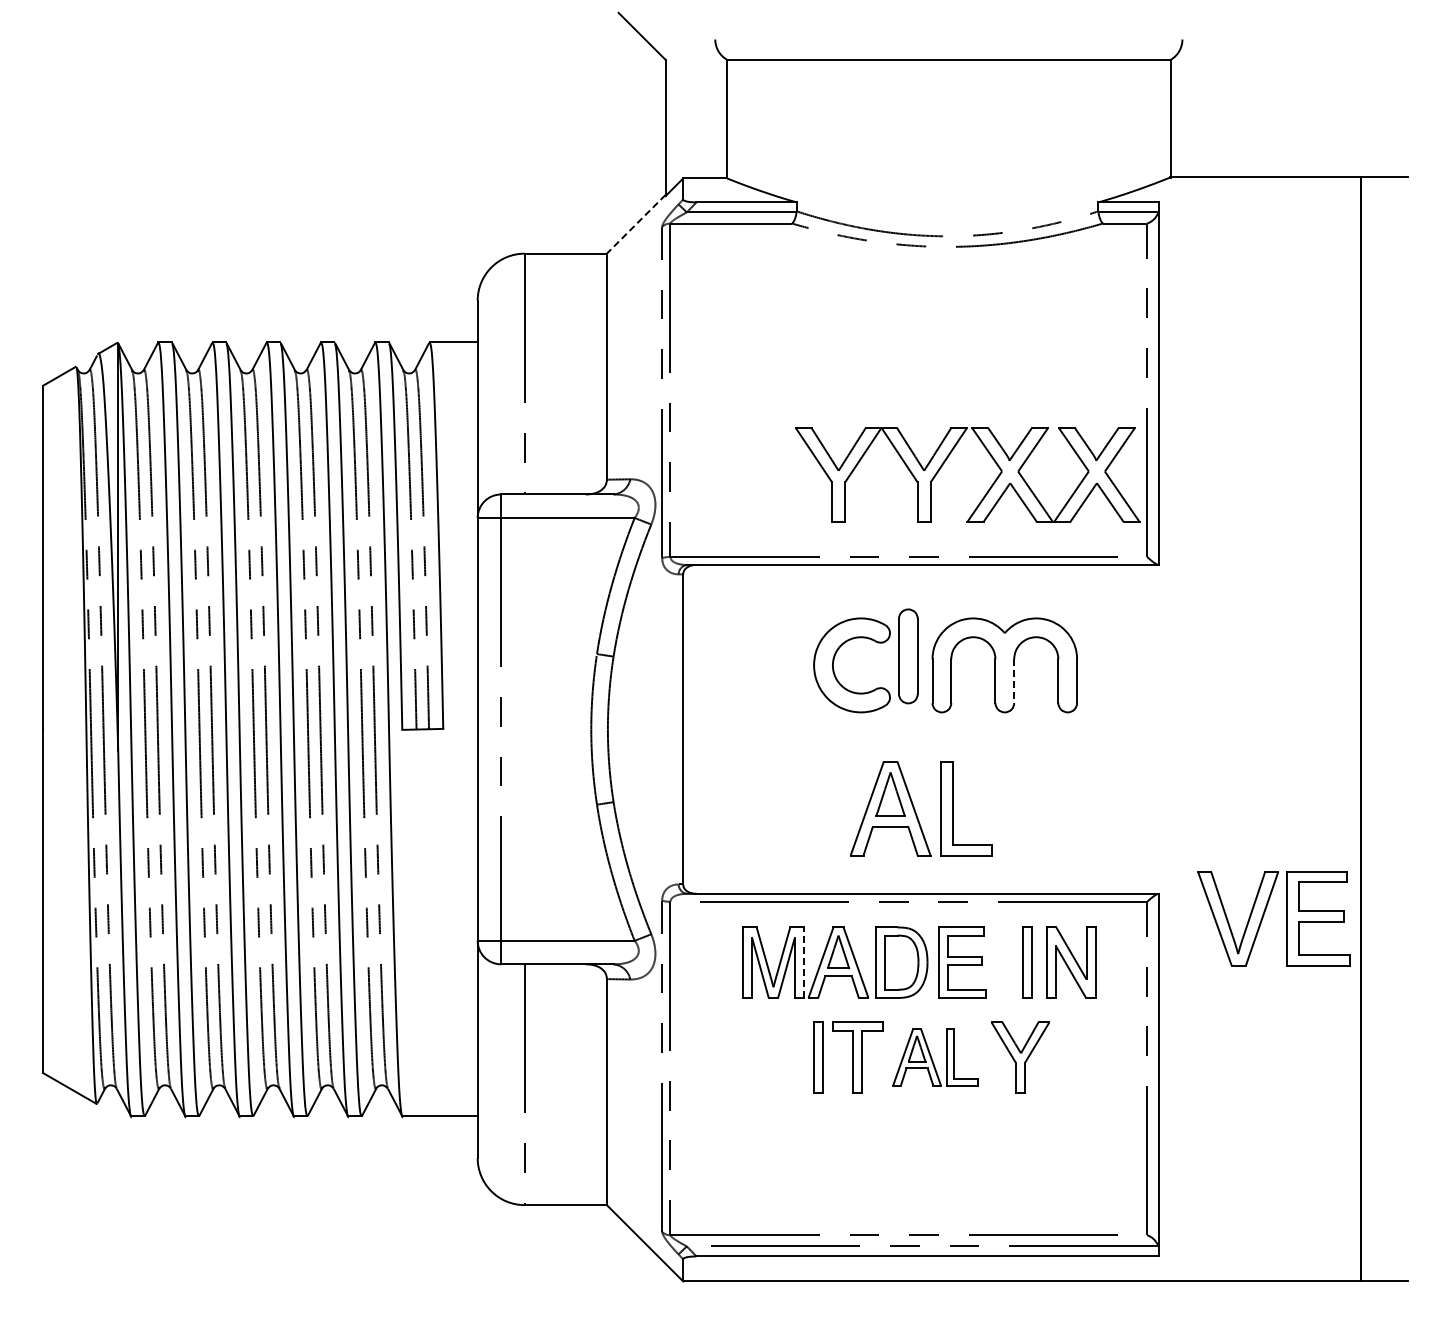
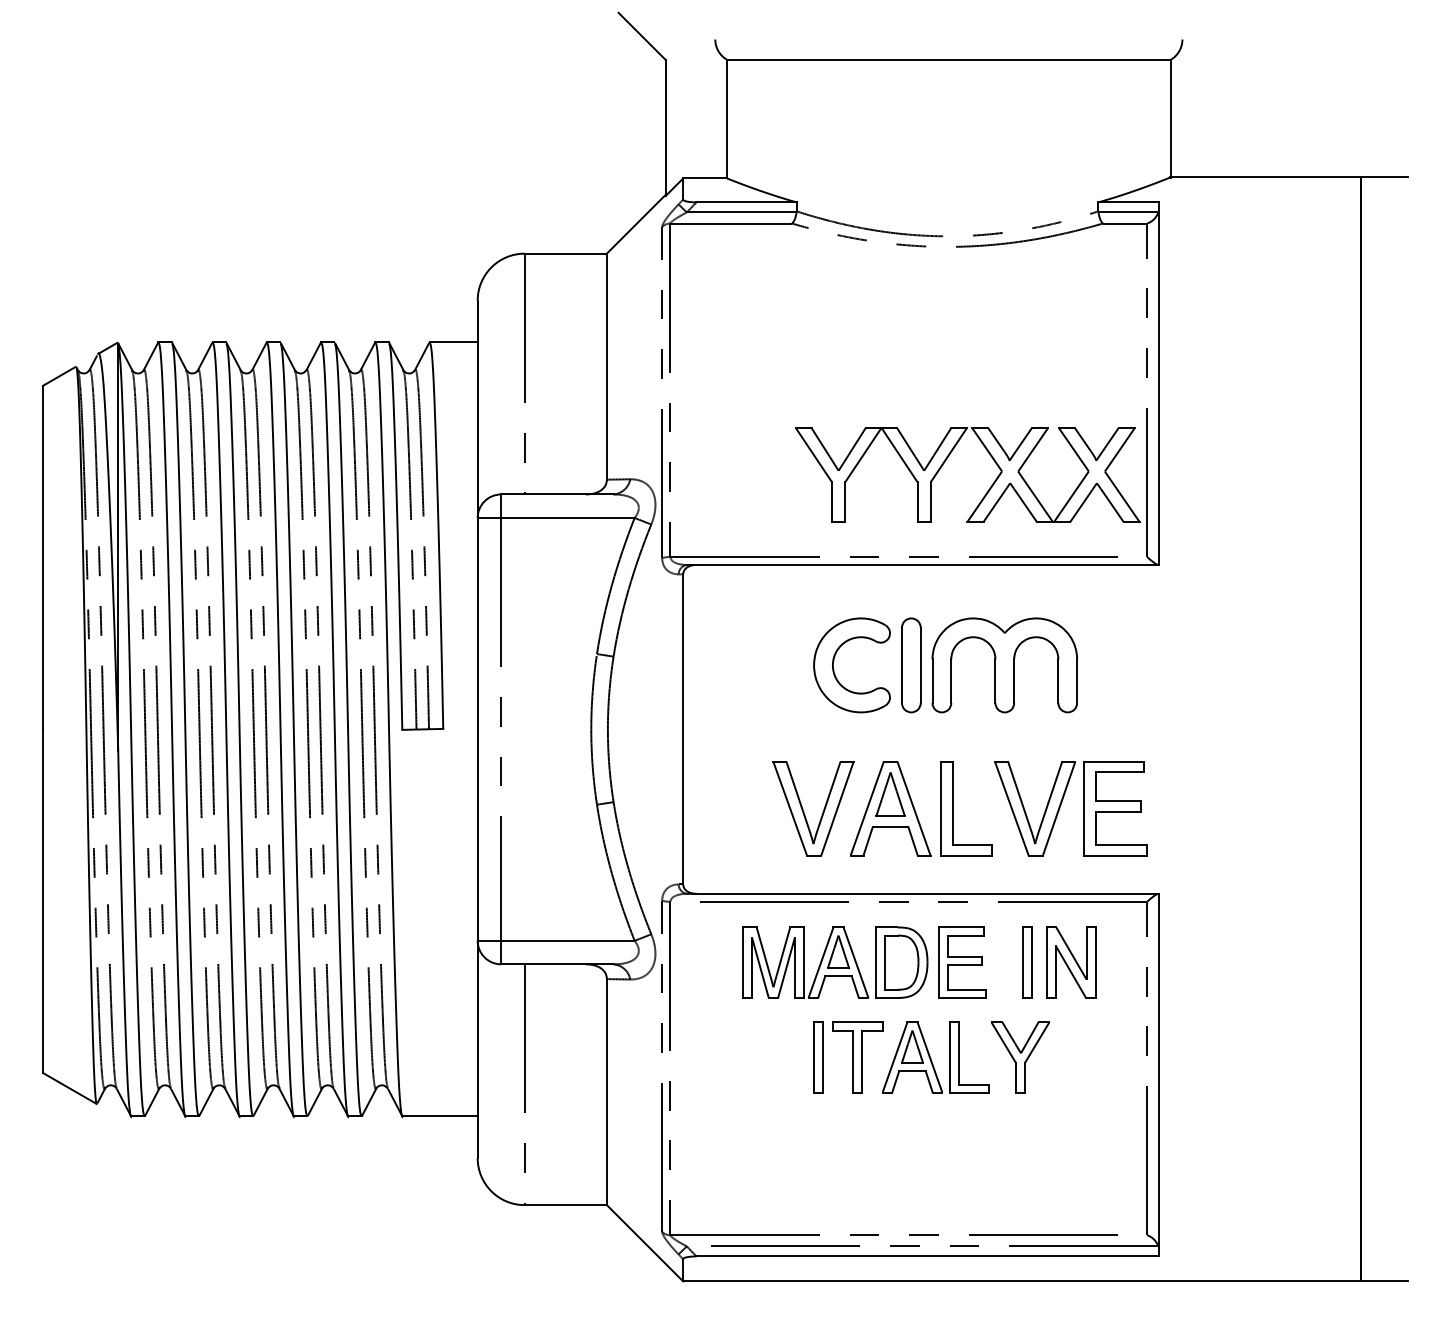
line at (636, 224): dashed -> solid
part at (908, 656) position: (908, 656) -> (911, 665)
line at (1014, 681): dashed -> solid
part at (804, 811): none -> present
part at (1264, 915) position: (1264, 915) -> (1061, 805)
line at (803, 962): dashed -> solid
part at (935, 1057) size: 87x59 px -> 109x73 px
